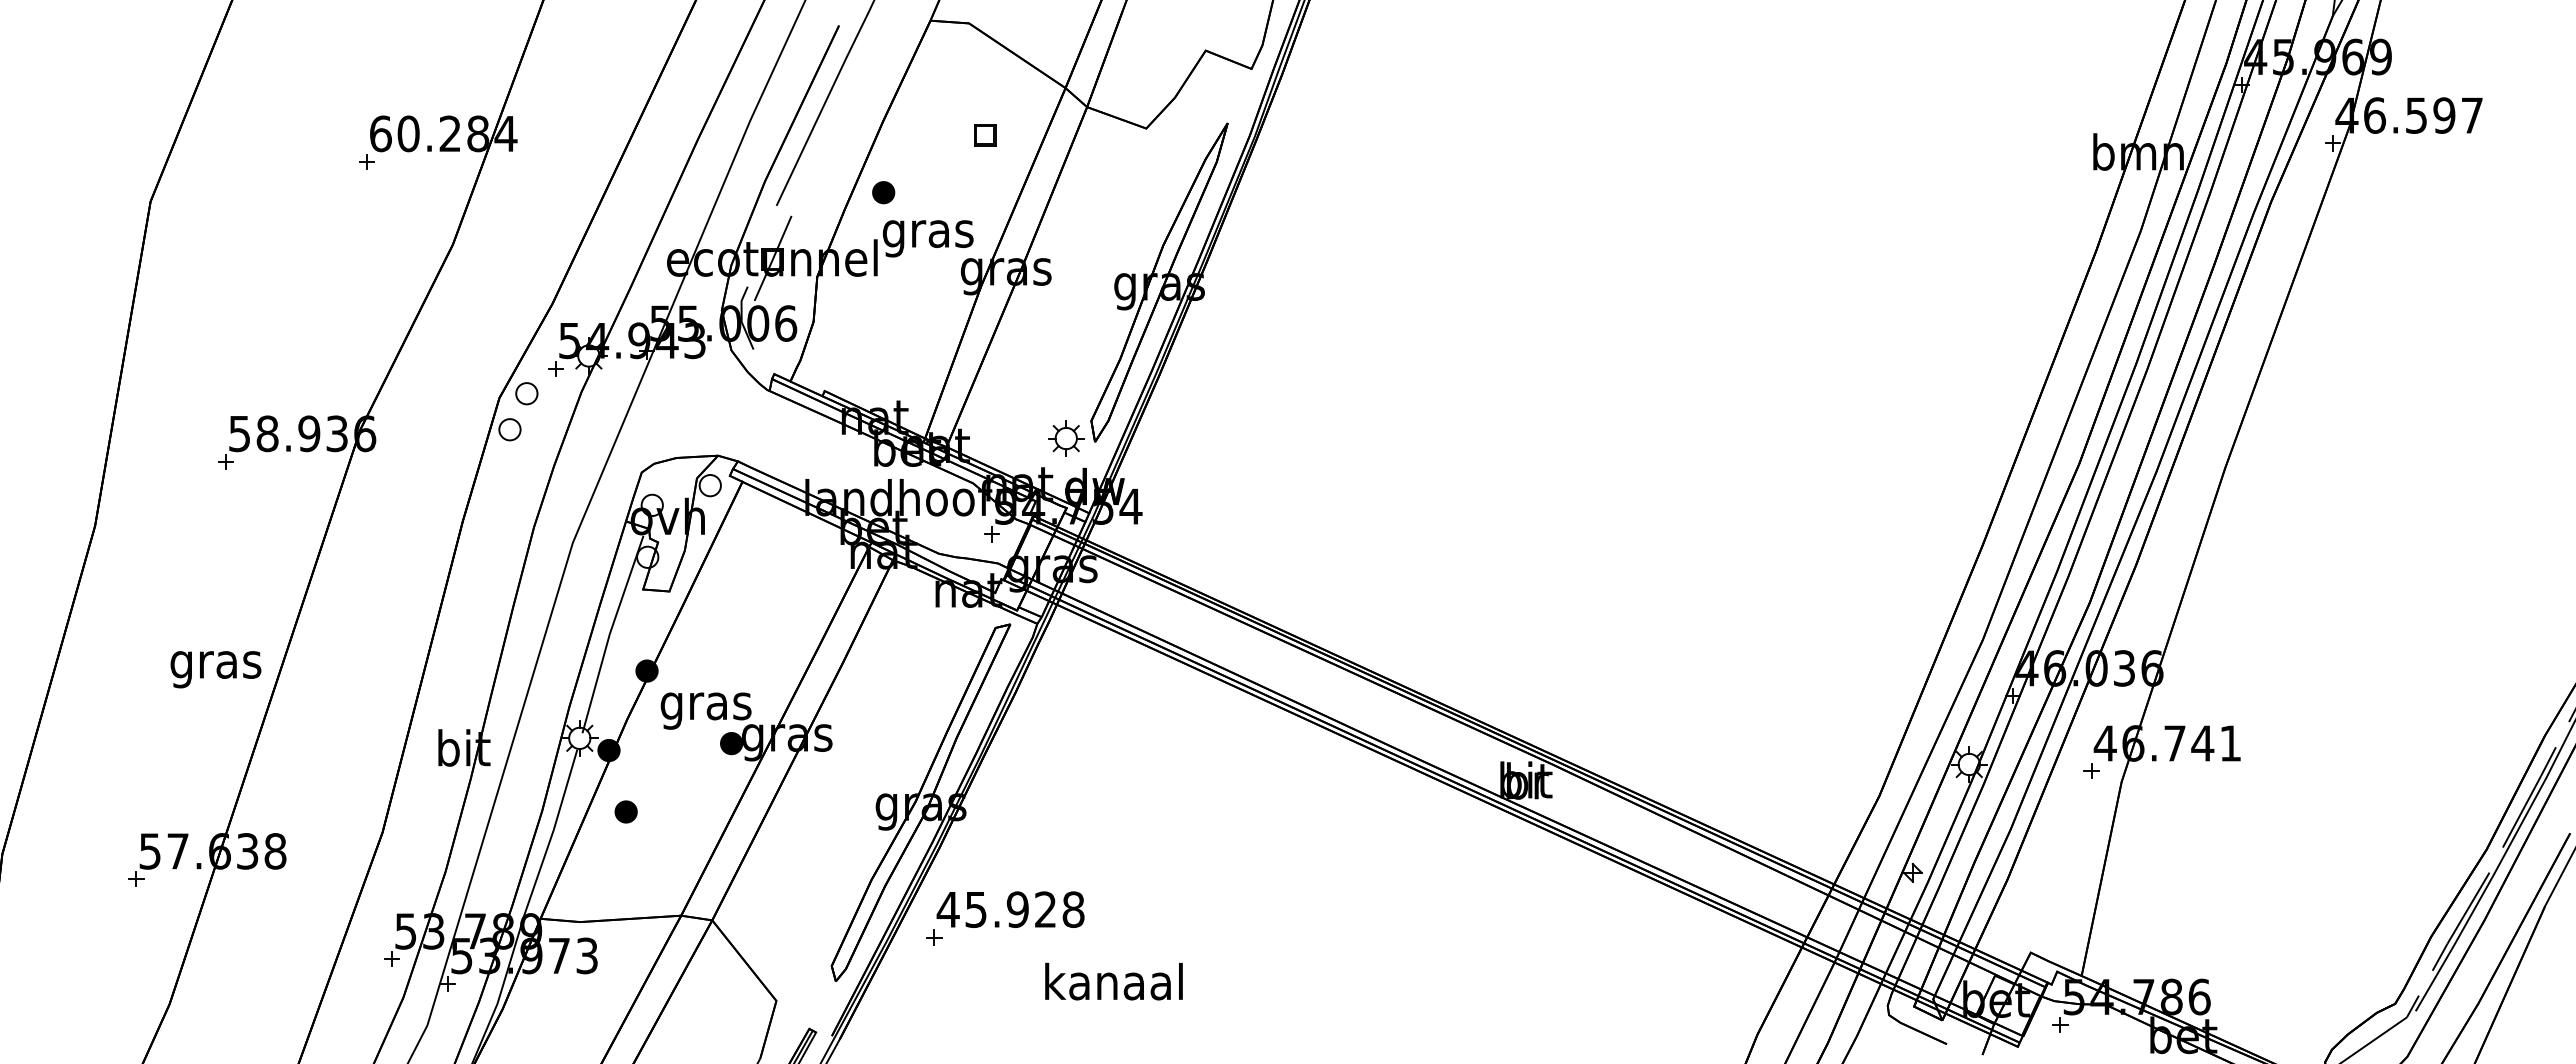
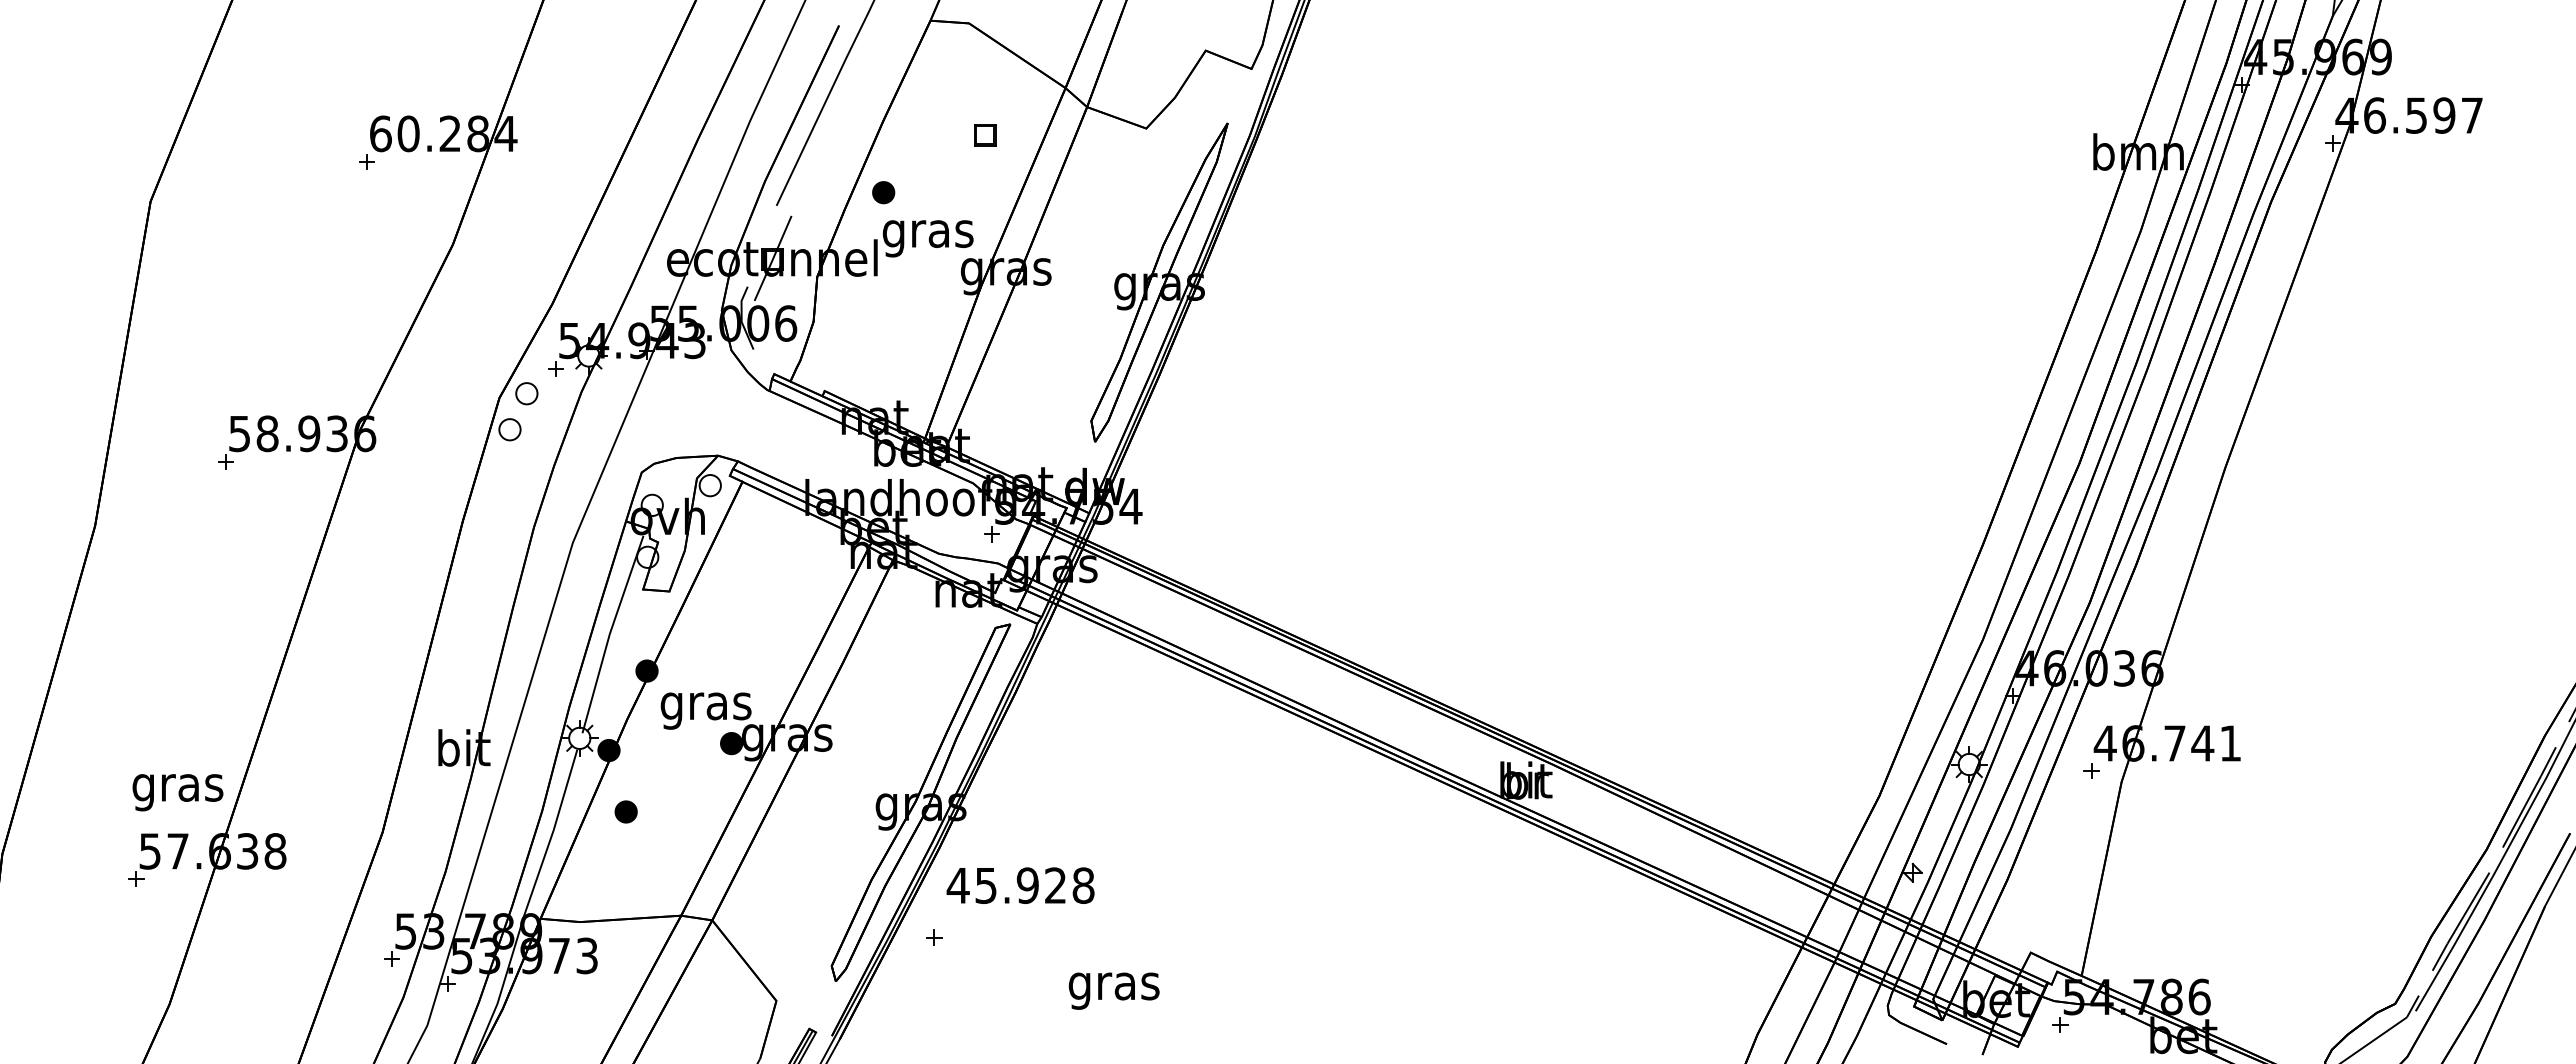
part at (1066, 438): present -> none
text at (215, 669) position: (215, 669) -> (177, 792)
text at (1010, 909) position: (1010, 909) -> (1020, 885)
text at (1113, 985): kanaal -> gras
